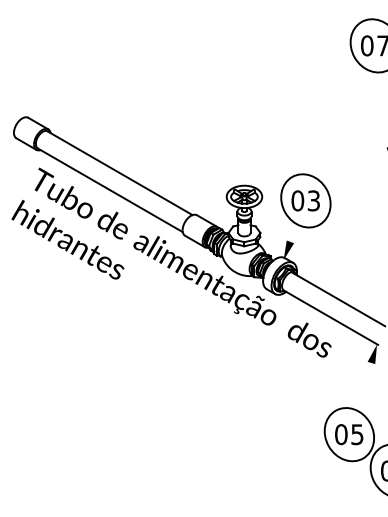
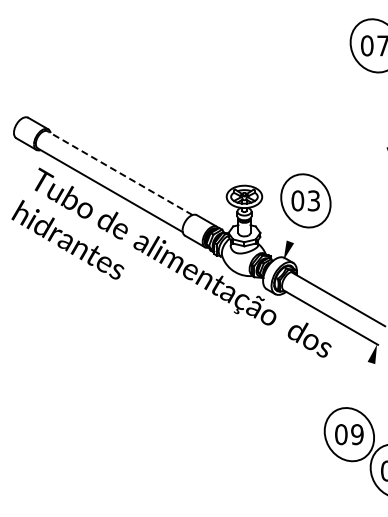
line at (120, 173): solid -> dashed
text at (357, 434): 05 -> 09
